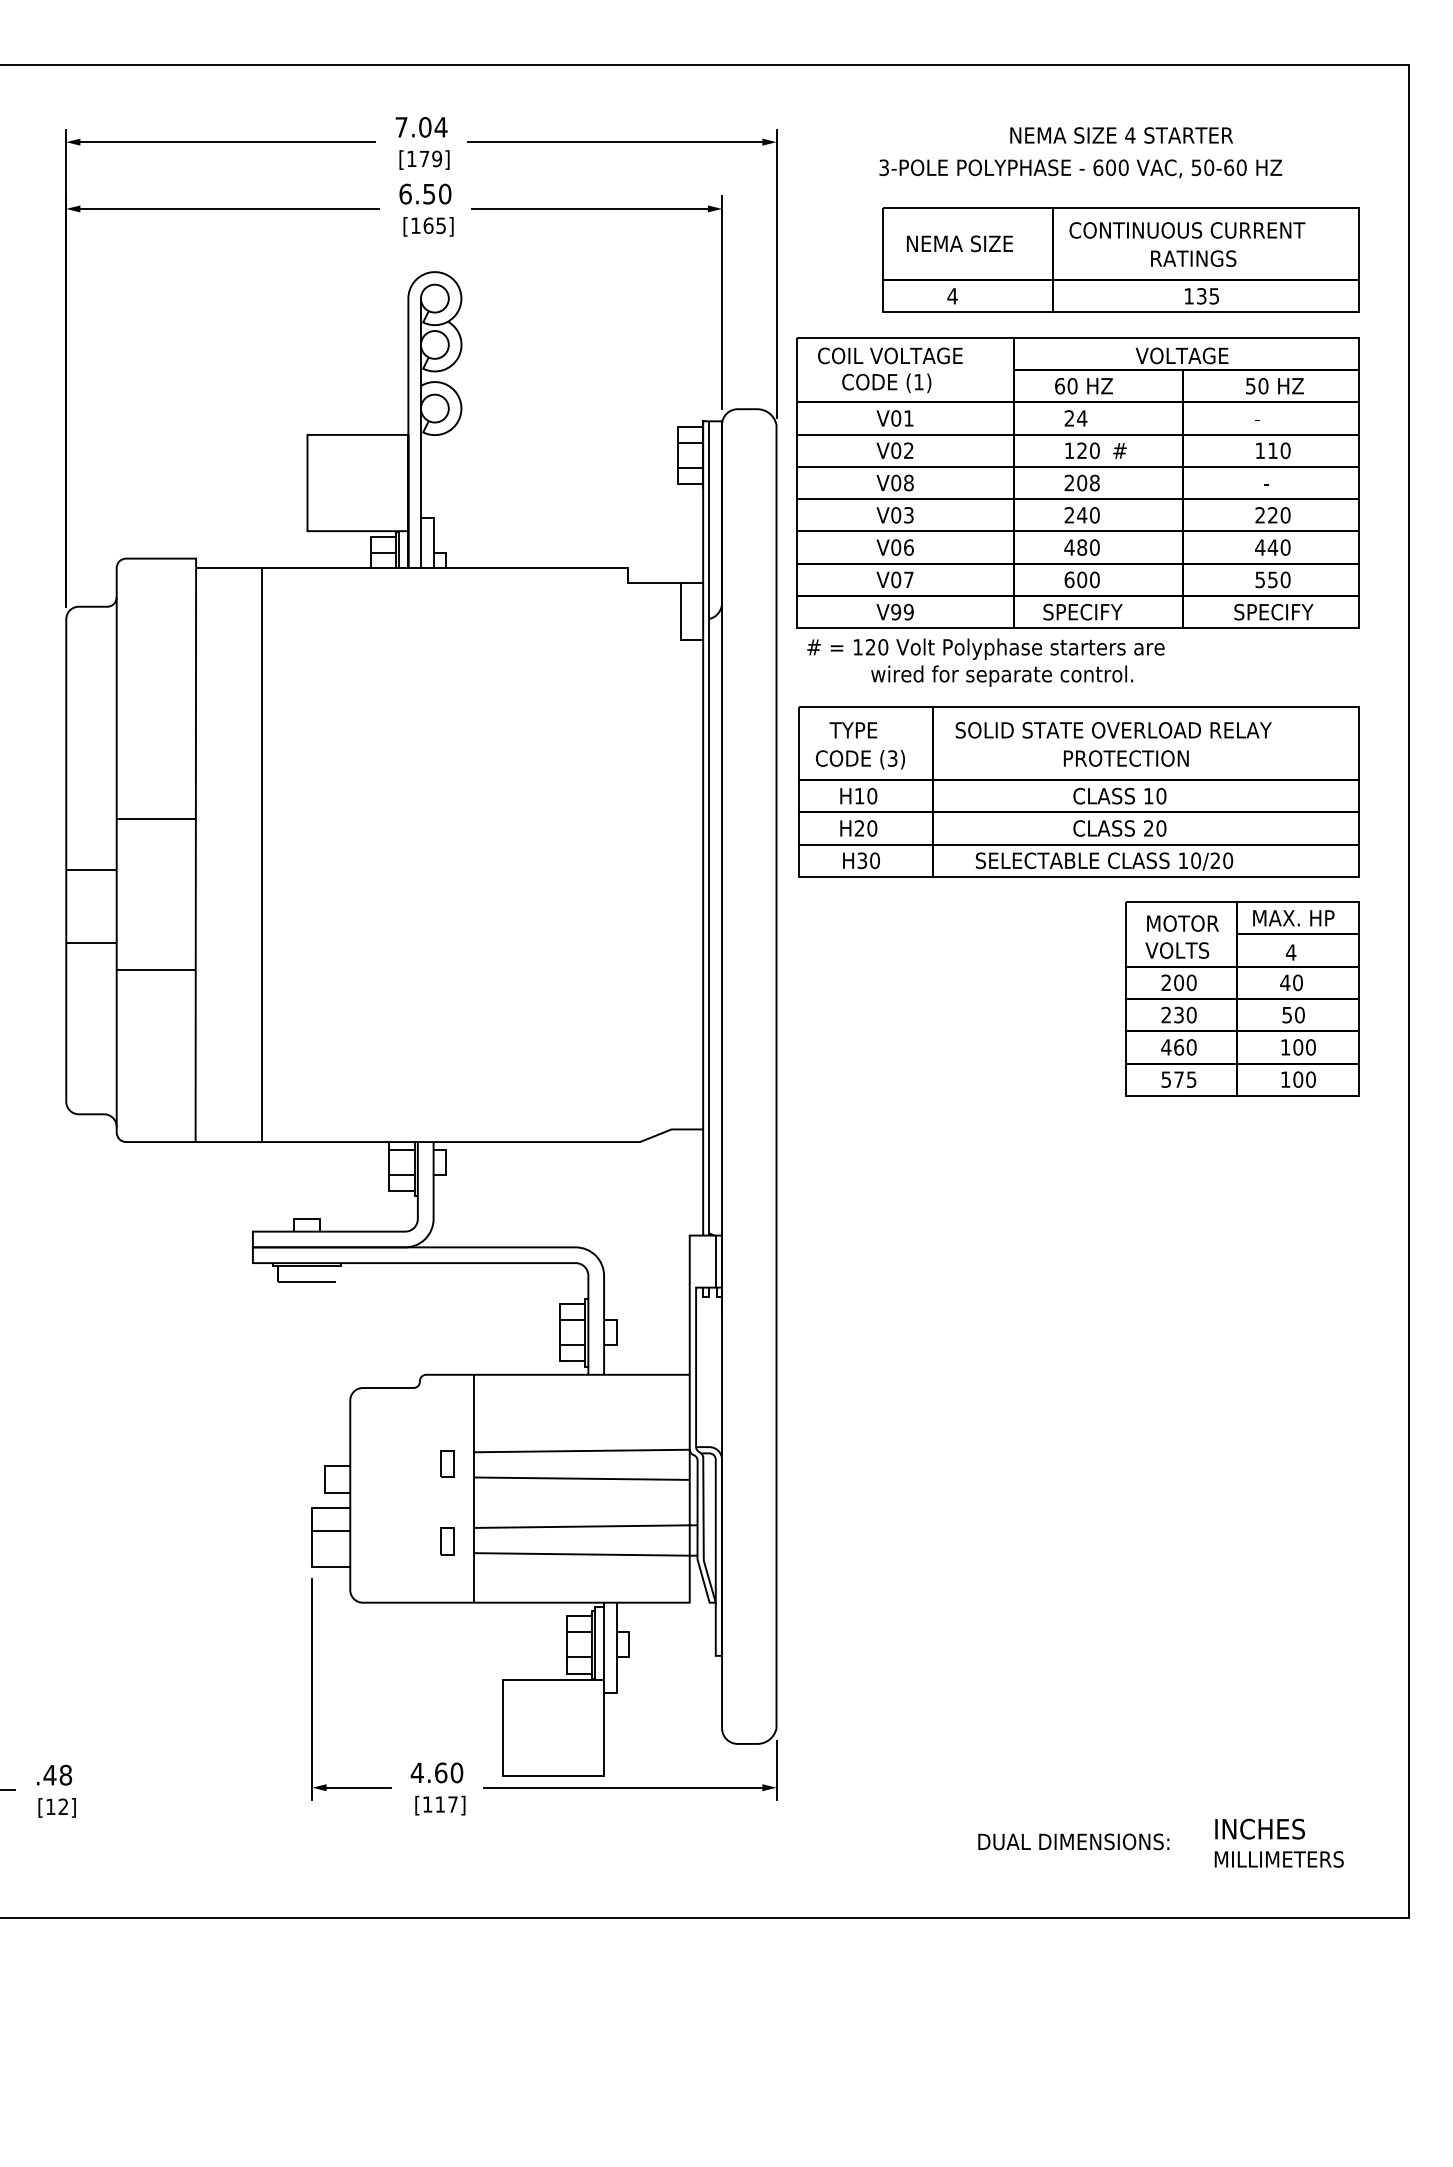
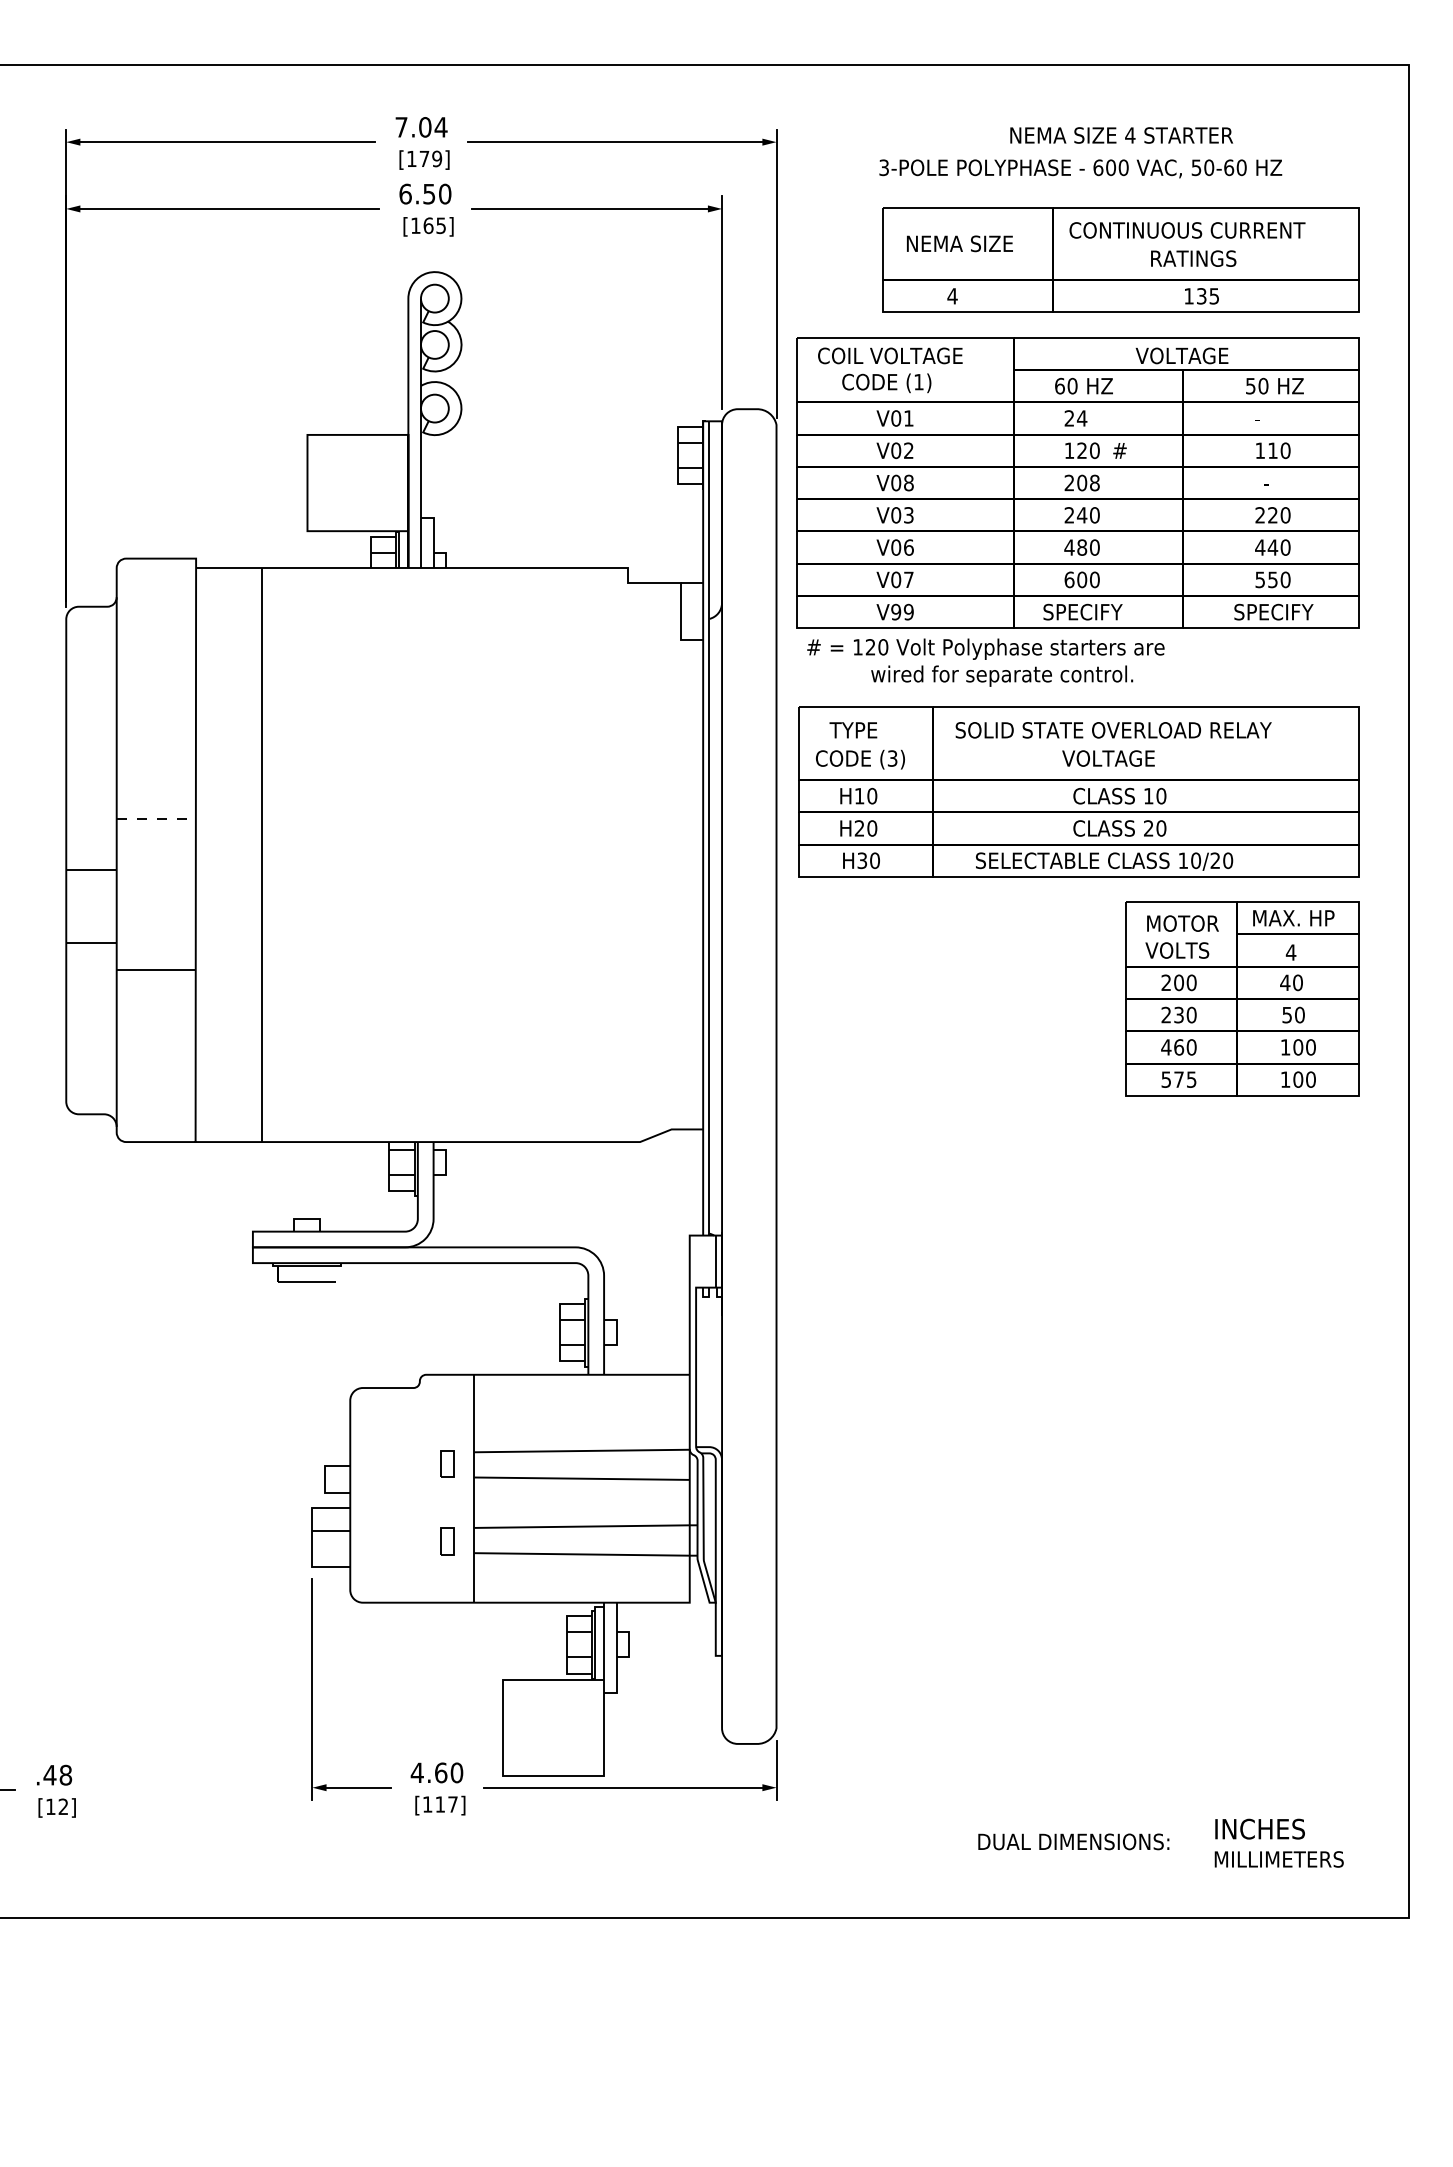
text at (1125, 758): PROTECTION -> VOLTAGE
line at (156, 819): solid -> dashed
